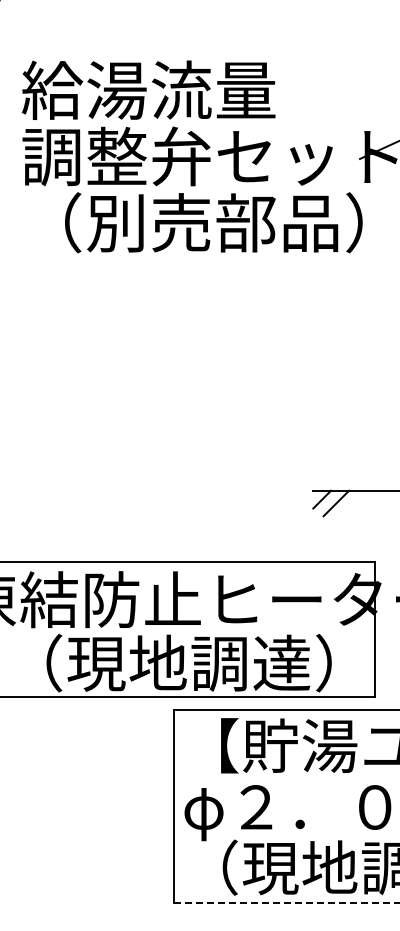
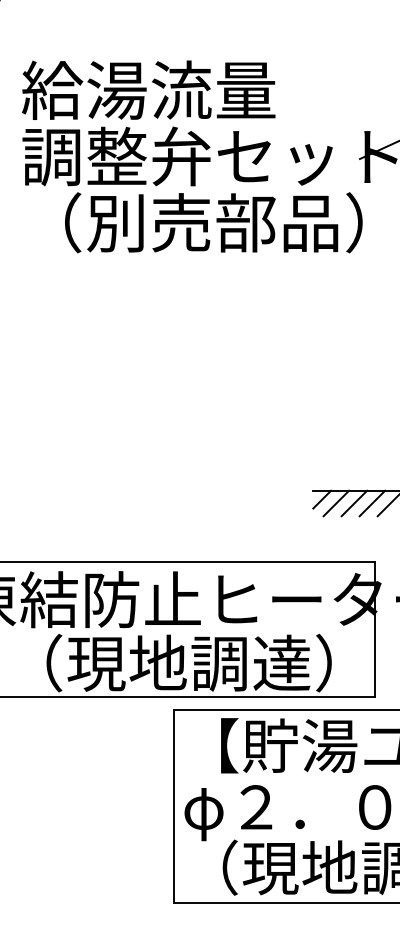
line at (354, 503): none -> present
line at (372, 503): none -> present
line at (386, 506): none -> present
line at (286, 903): dashed -> solid
